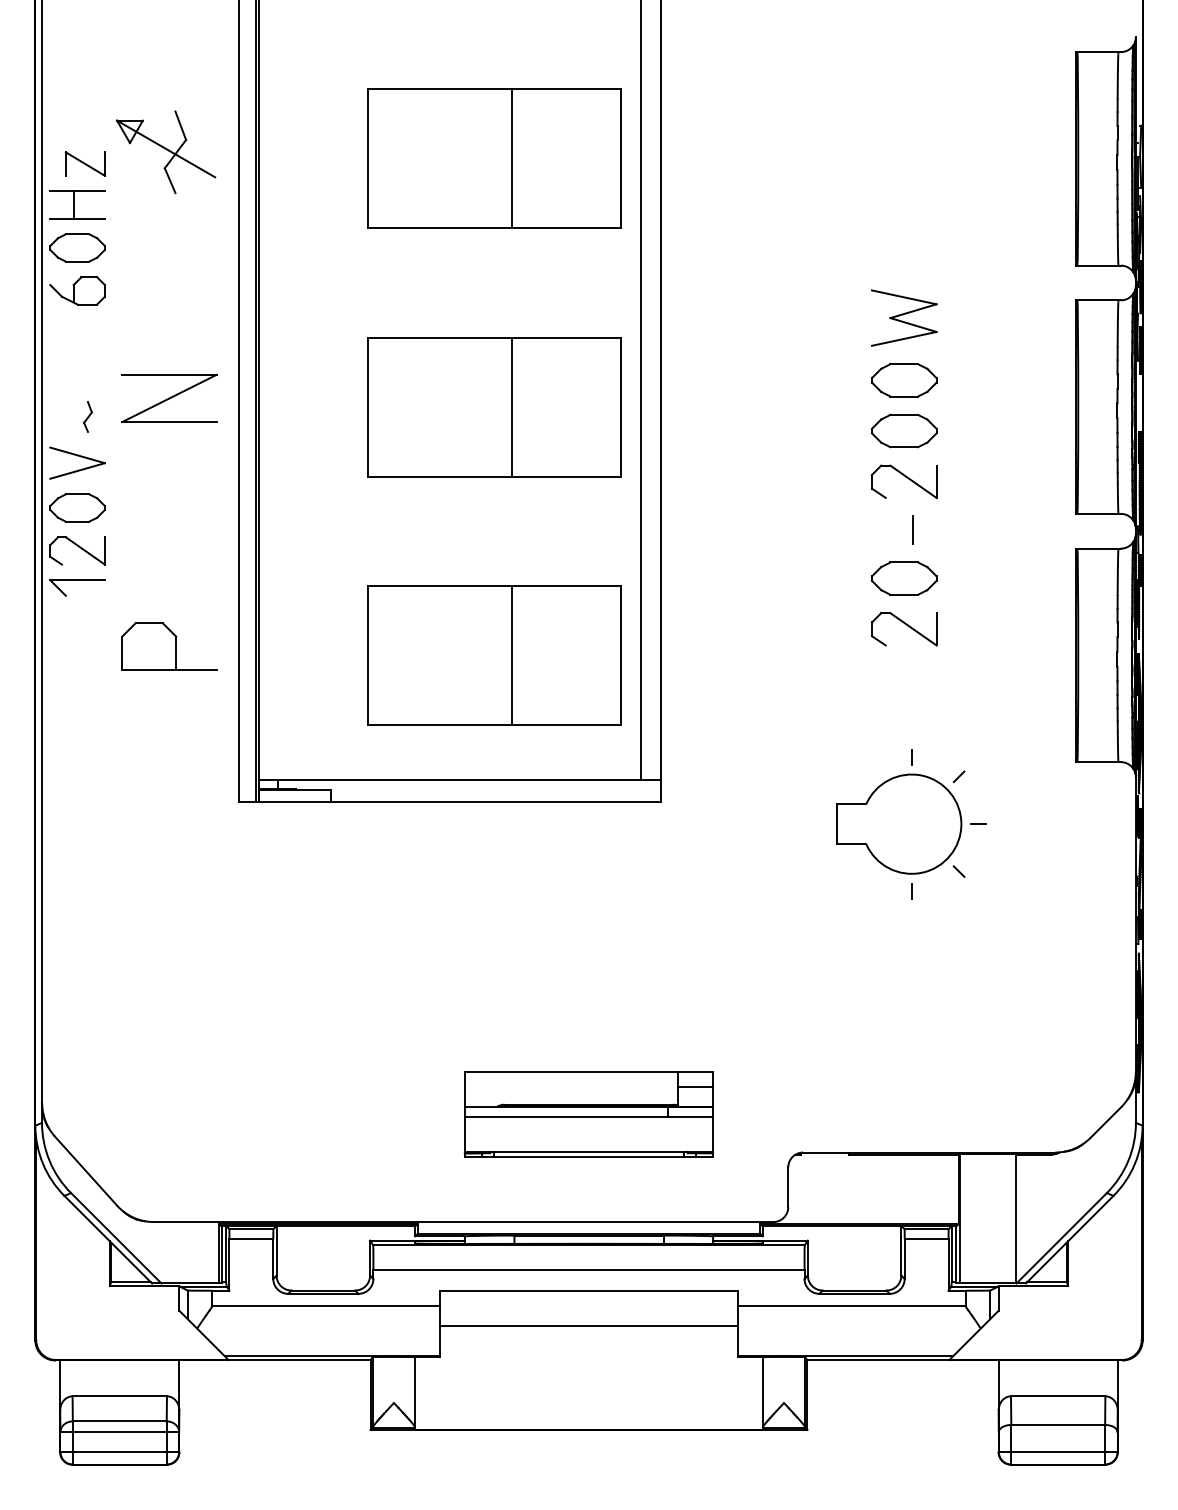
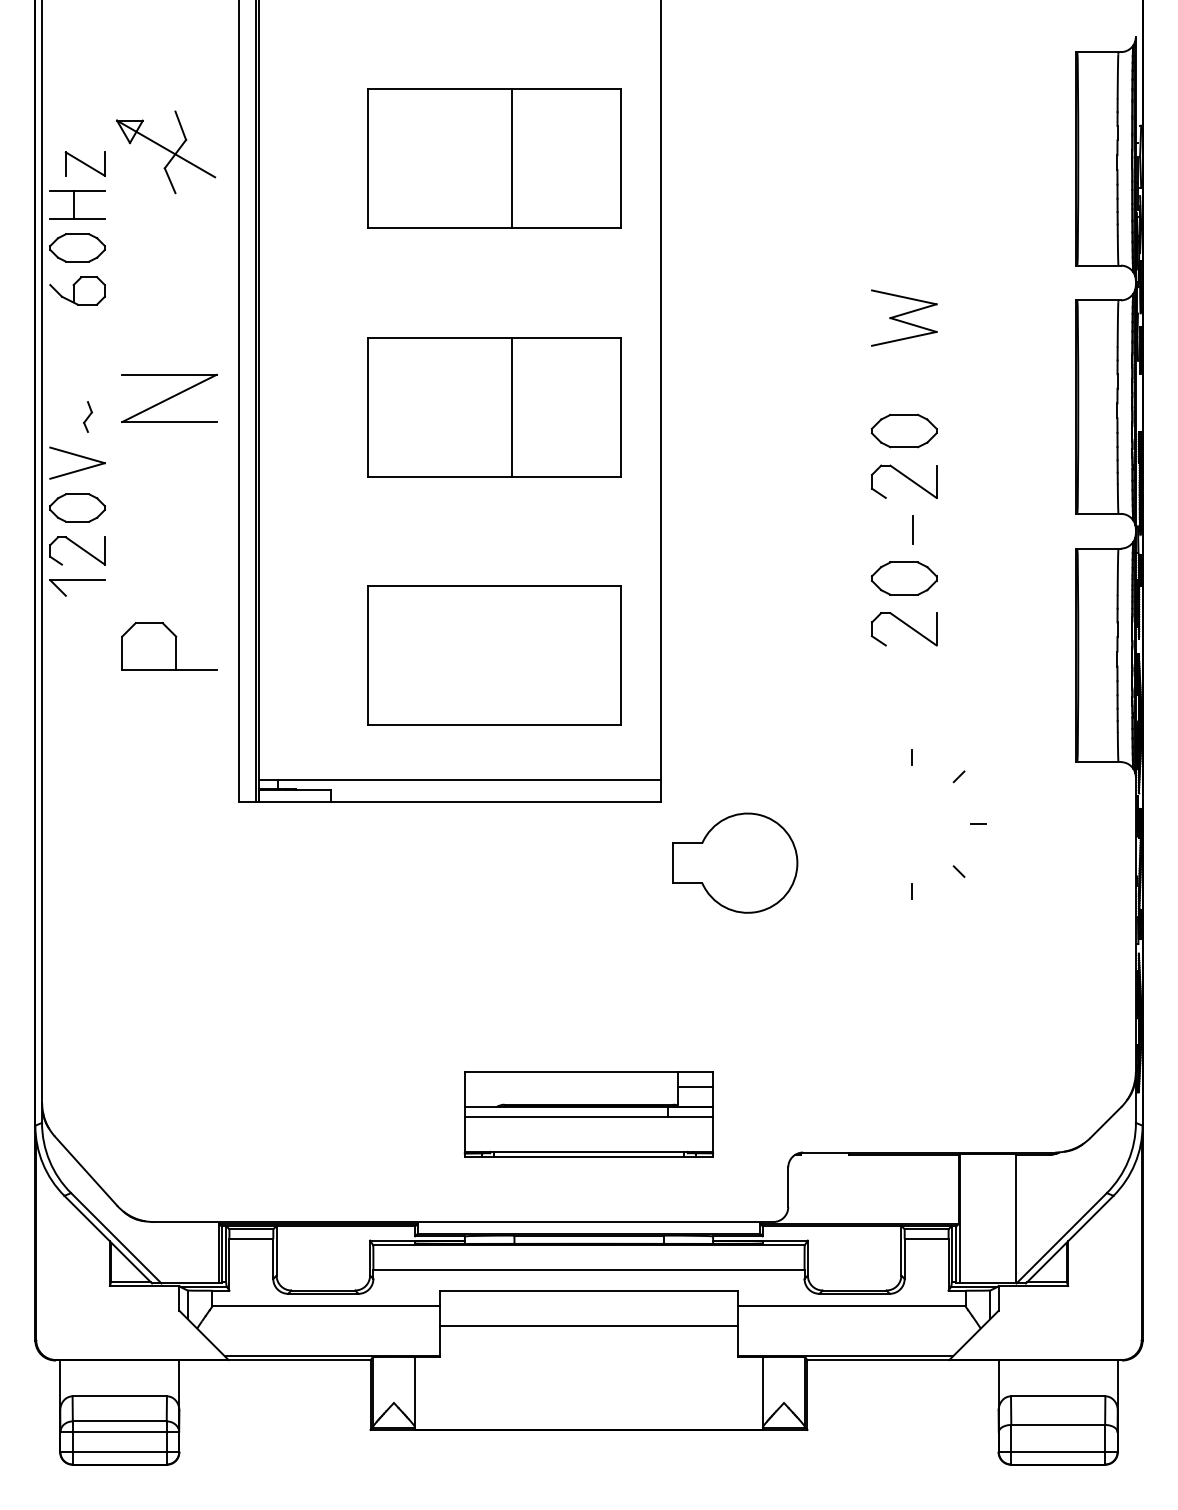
part at (904, 380): present -> none
line at (640, 390): present -> none
line at (511, 654): present -> none
part at (899, 823) position: (899, 823) -> (735, 862)
